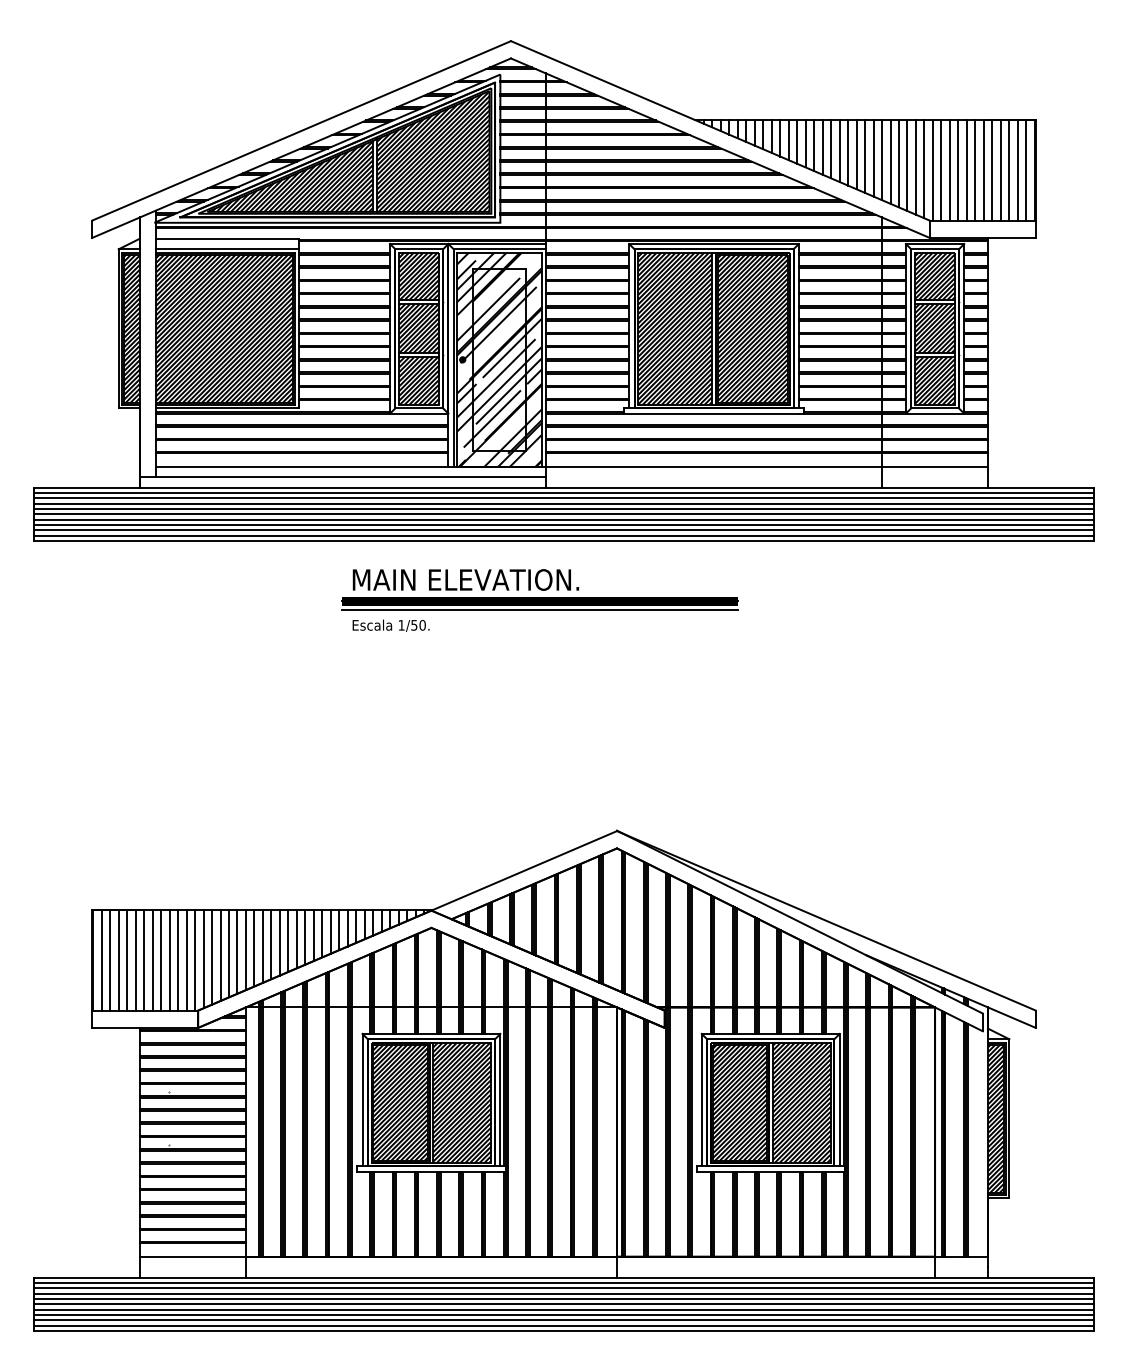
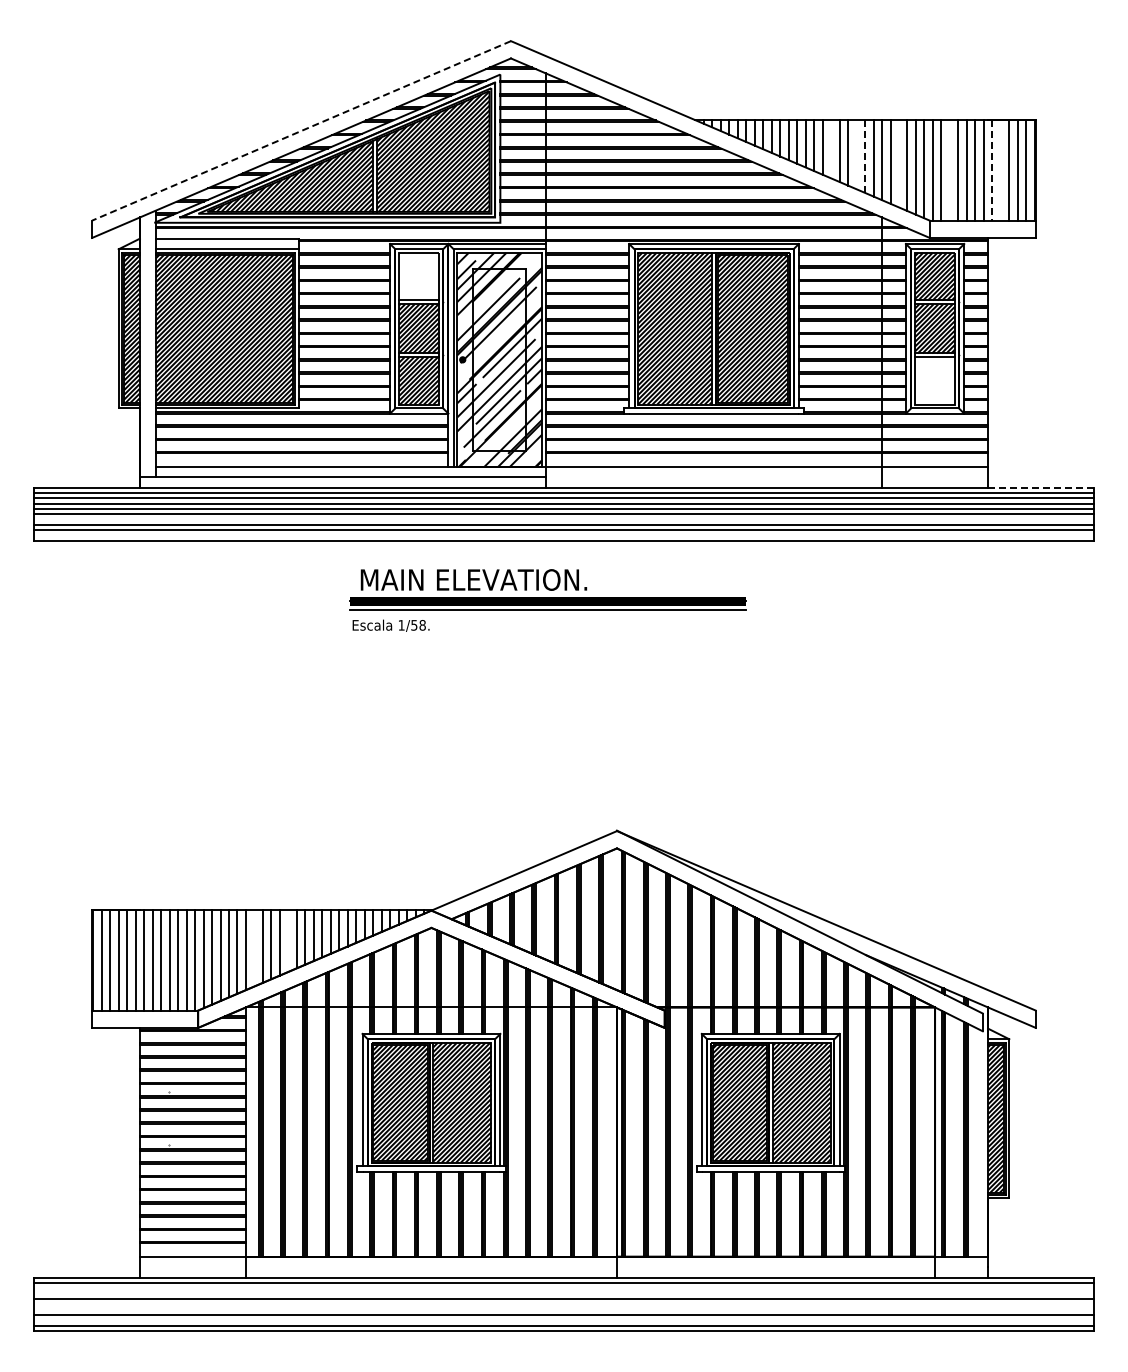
line at (301, 130): solid -> dashed
line at (831, 149): present -> none
line at (856, 154): present -> none
line at (865, 157): solid -> dashed
line at (898, 163): present -> none
line at (949, 170): present -> none
line at (992, 170): solid -> dashed
line at (1000, 170): present -> none
hatch at (419, 276): present -> none
hatch at (934, 380): present -> none
line at (1041, 487): solid -> dashed
line at (563, 519): present -> none
line at (563, 535): present -> none
part at (539, 589) position: (539, 589) -> (547, 589)
text at (422, 625): 1/50. -> 1/58.
line at (288, 940): present -> none
line at (254, 948): present -> none
line at (563, 1288): present -> none
line at (563, 1293): present -> none
line at (563, 1304): present -> none
line at (563, 1309): present -> none
line at (563, 1320): present -> none
